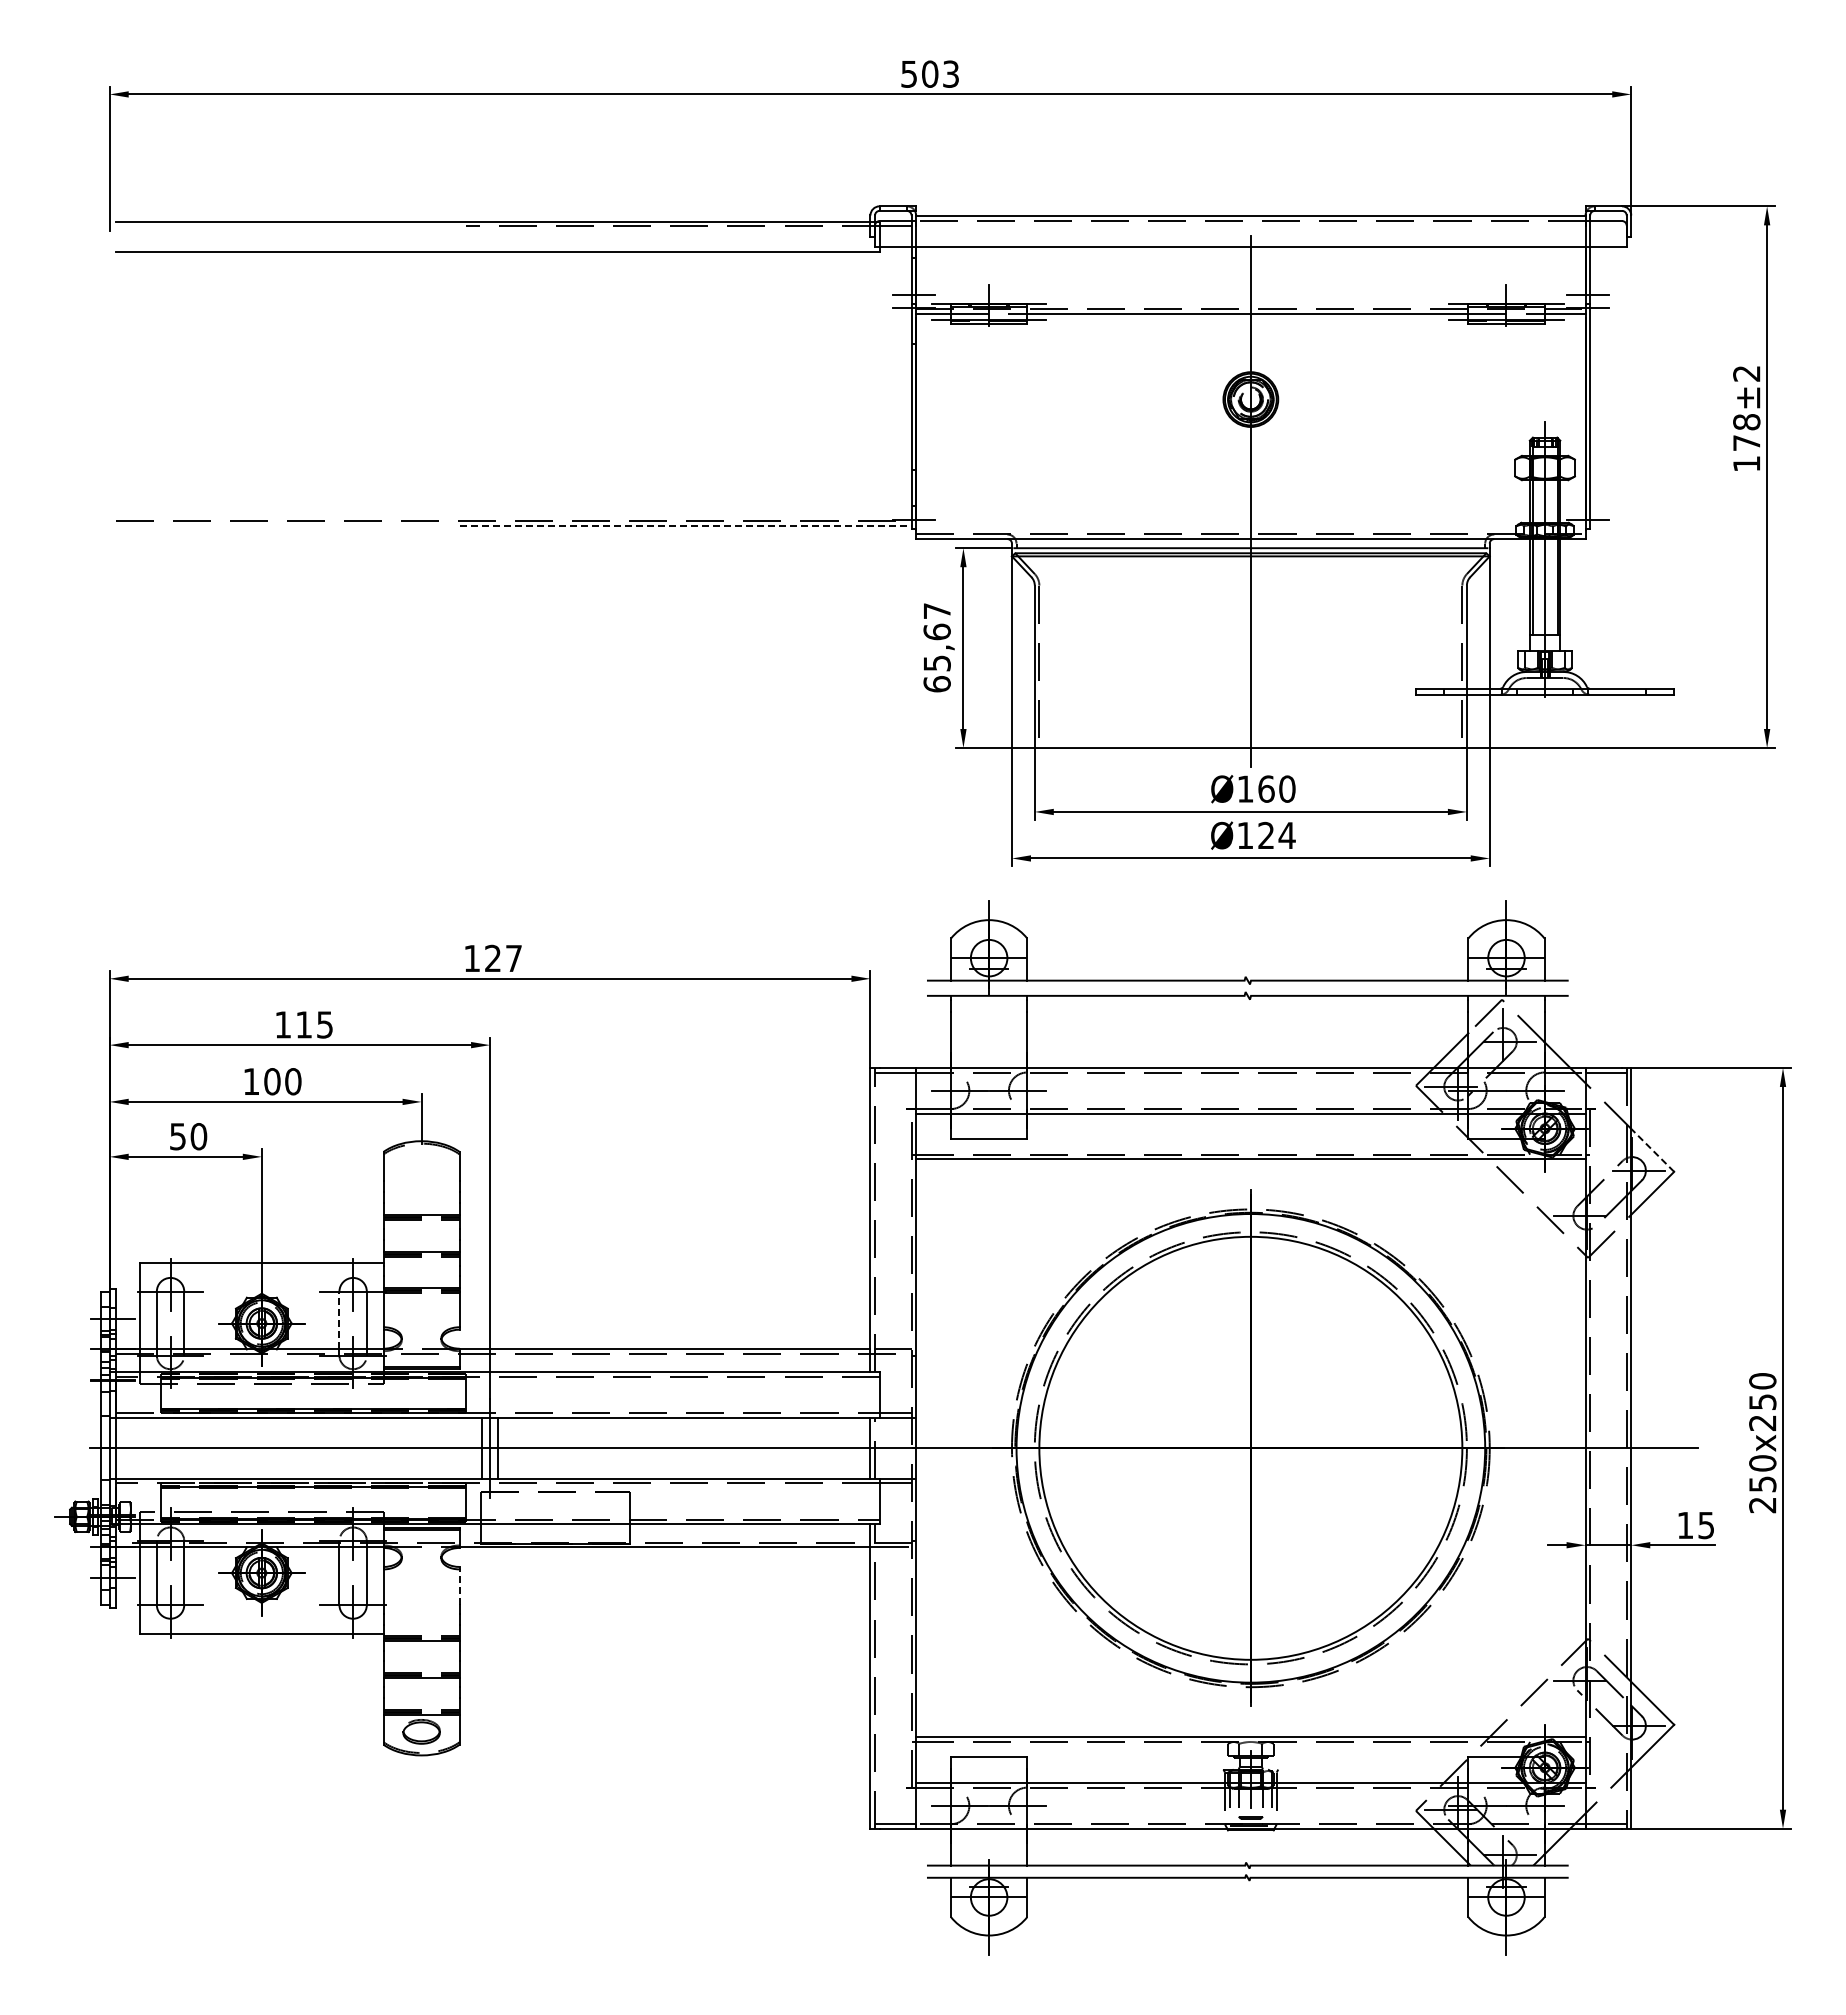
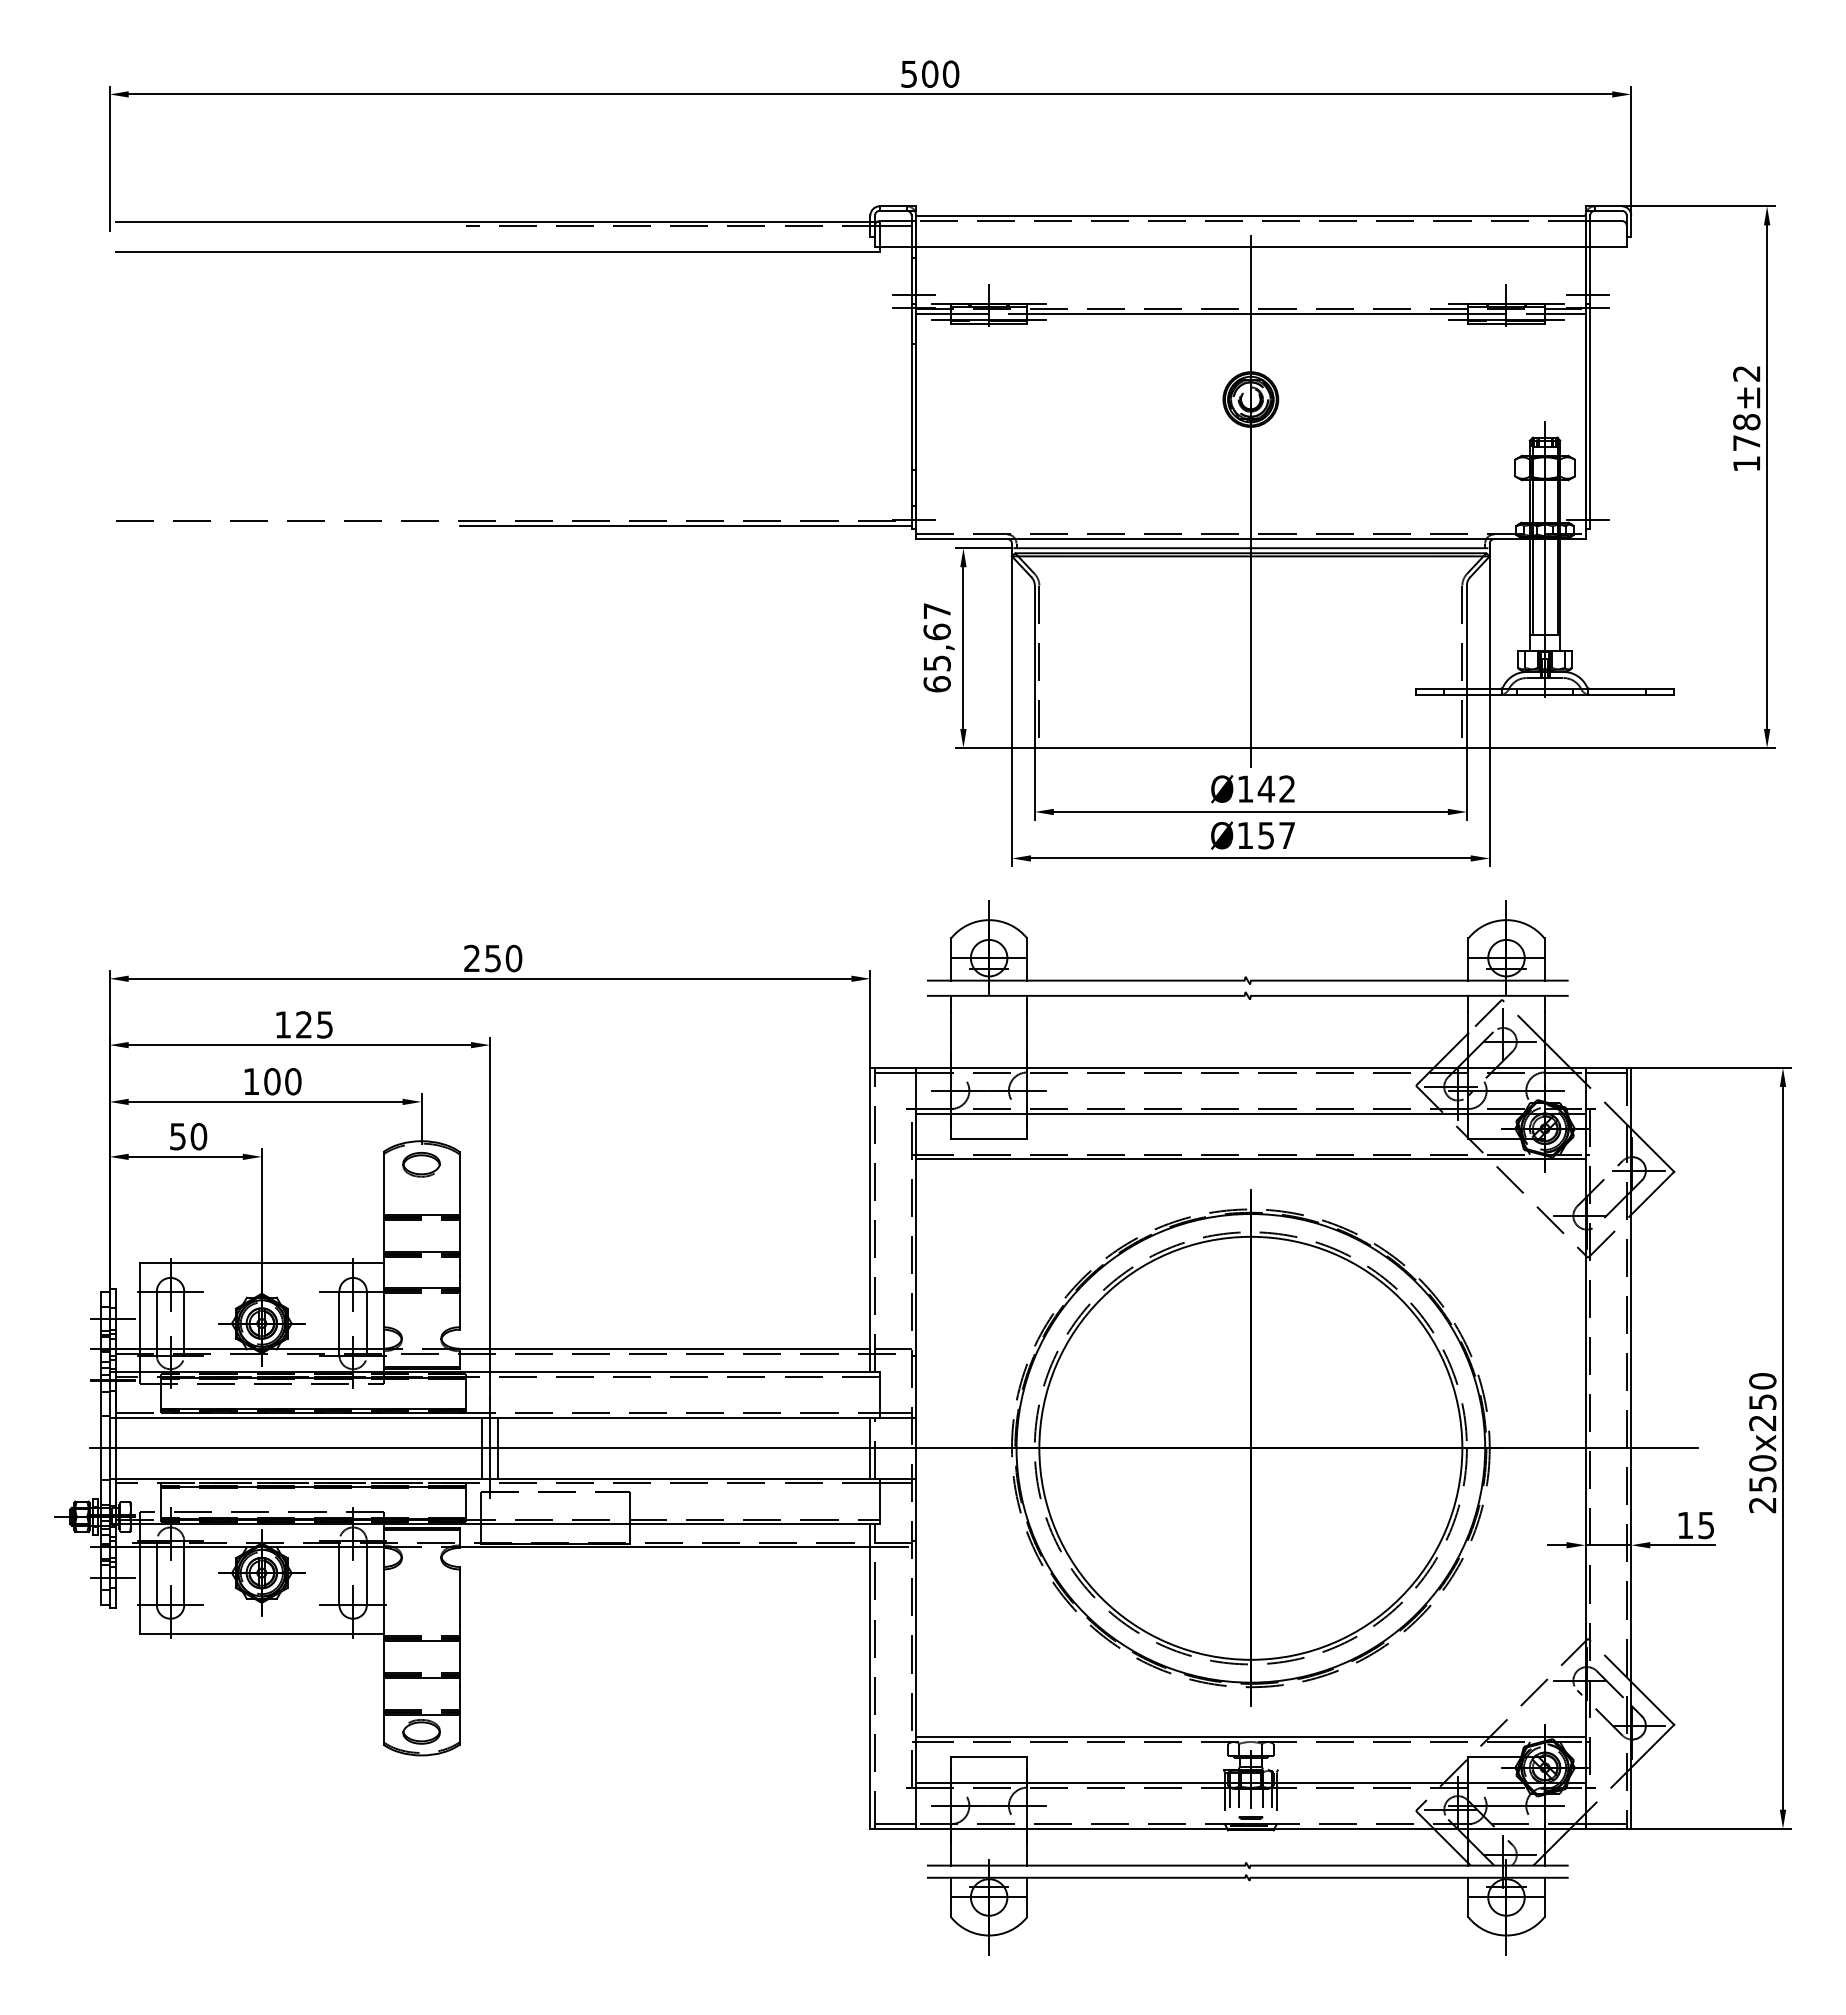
text at (950, 73): 503 -> 500
line at (685, 525): dashed -> solid
text at (1276, 788): 160 -> 142
text at (1276, 835): 124 -> 157
text at (493, 958): 127 -> 250
text at (303, 1024): 115 -> 125
line at (1652, 1150): dashed -> solid
part at (421, 1164): none -> present
line at (339, 1320): dashed -> solid
line at (459, 1587): dashed -> solid
